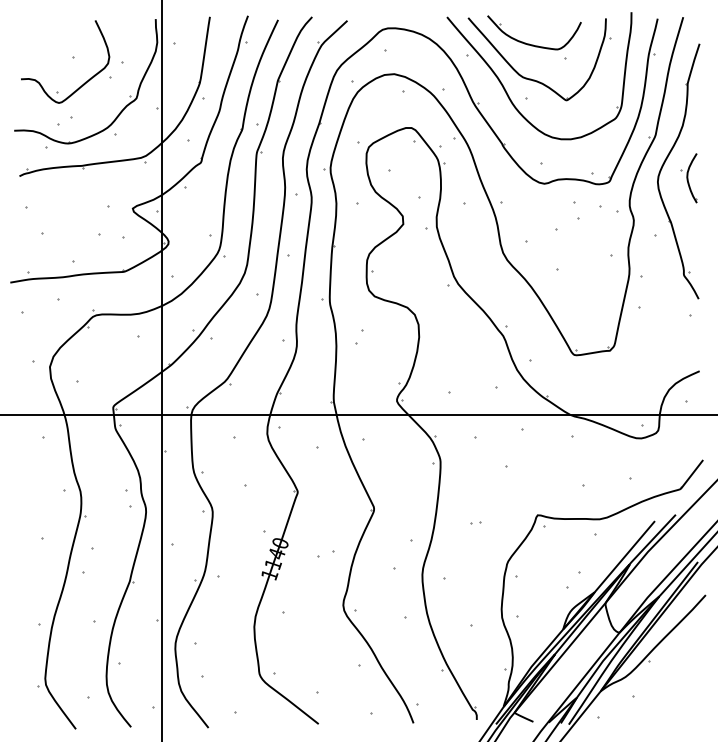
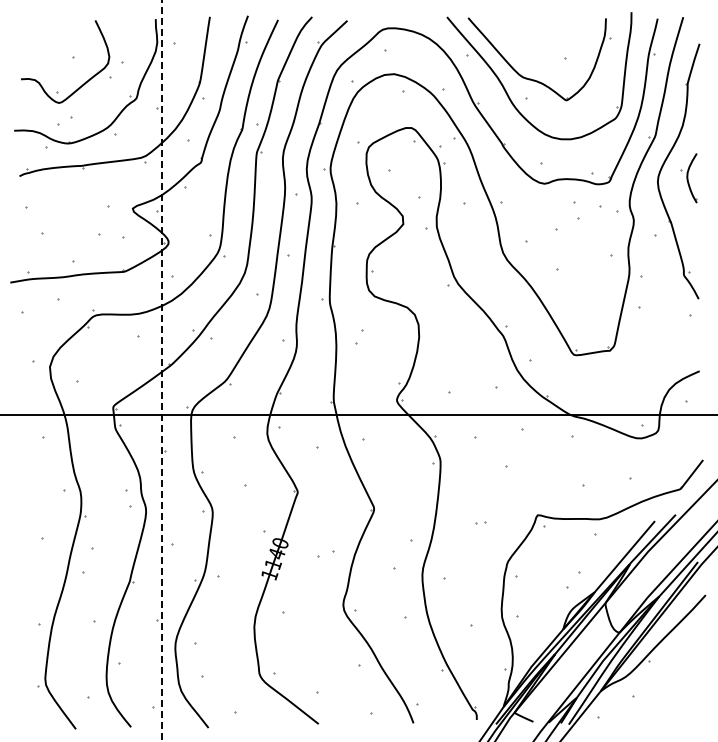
part at (533, 44): present -> none
line at (162, 370): solid -> dashed
part at (475, 522) position: (475, 522) -> (480, 522)
